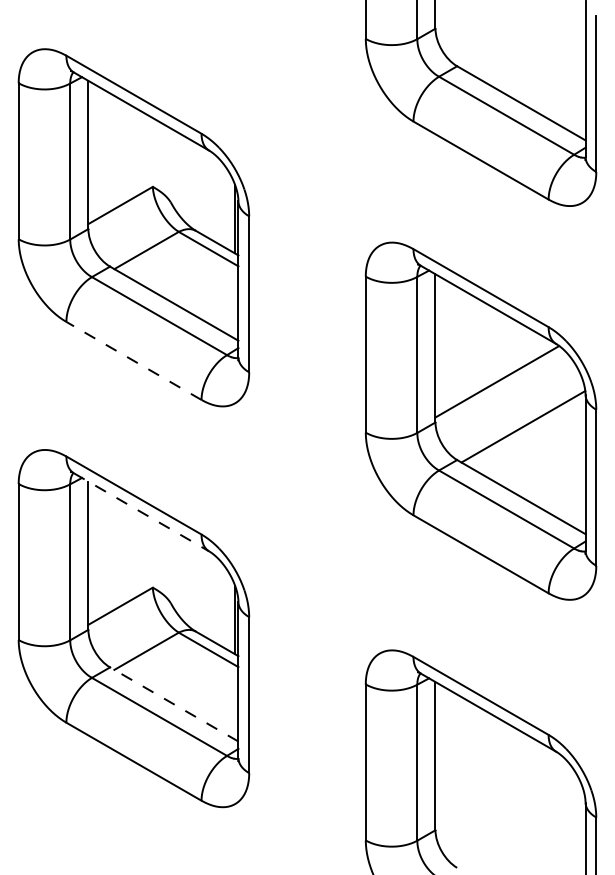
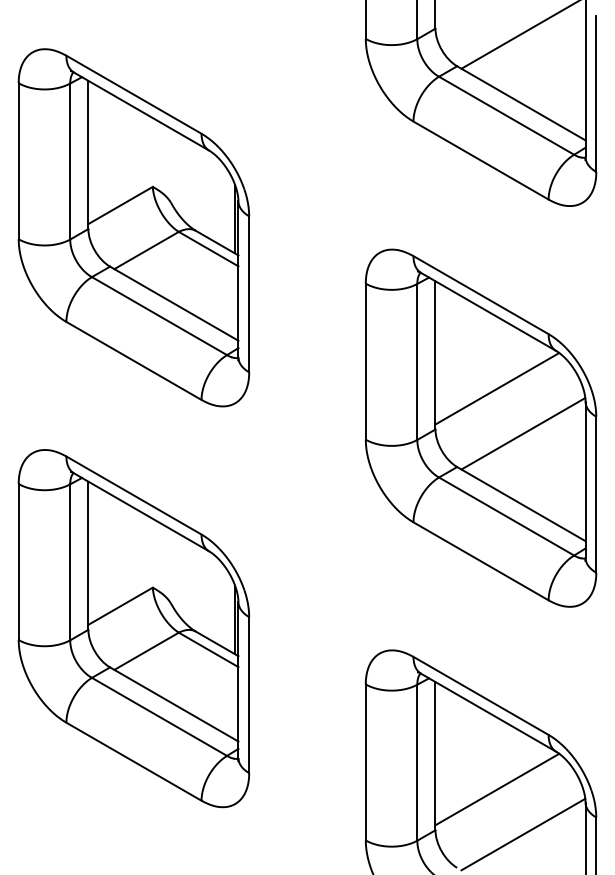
line at (518, 35): none -> present
line at (133, 360): dashed -> solid
part at (480, 420) position: (480, 420) -> (480, 427)
line at (142, 512): dashed -> solid
line at (173, 704): dashed -> solid
line at (497, 789): none -> present
line at (523, 834): none -> present
